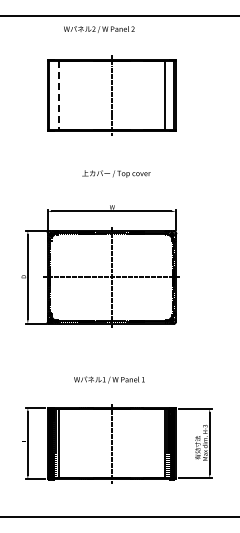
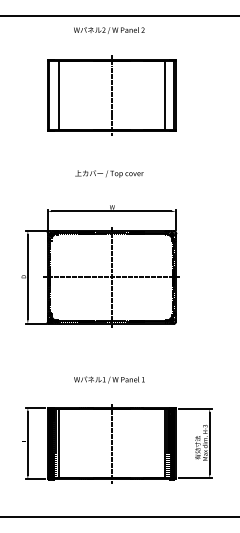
text at (99, 29) position: (99, 29) -> (109, 30)
line at (58, 95): dashed -> solid
text at (116, 173) position: (116, 173) -> (109, 173)
